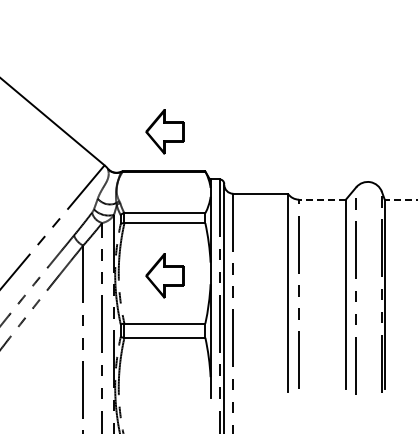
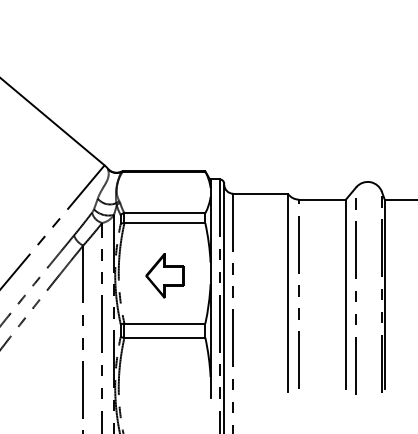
part at (164, 131): present -> none
line at (322, 199): dashed -> solid
line at (400, 199): dashed -> solid
